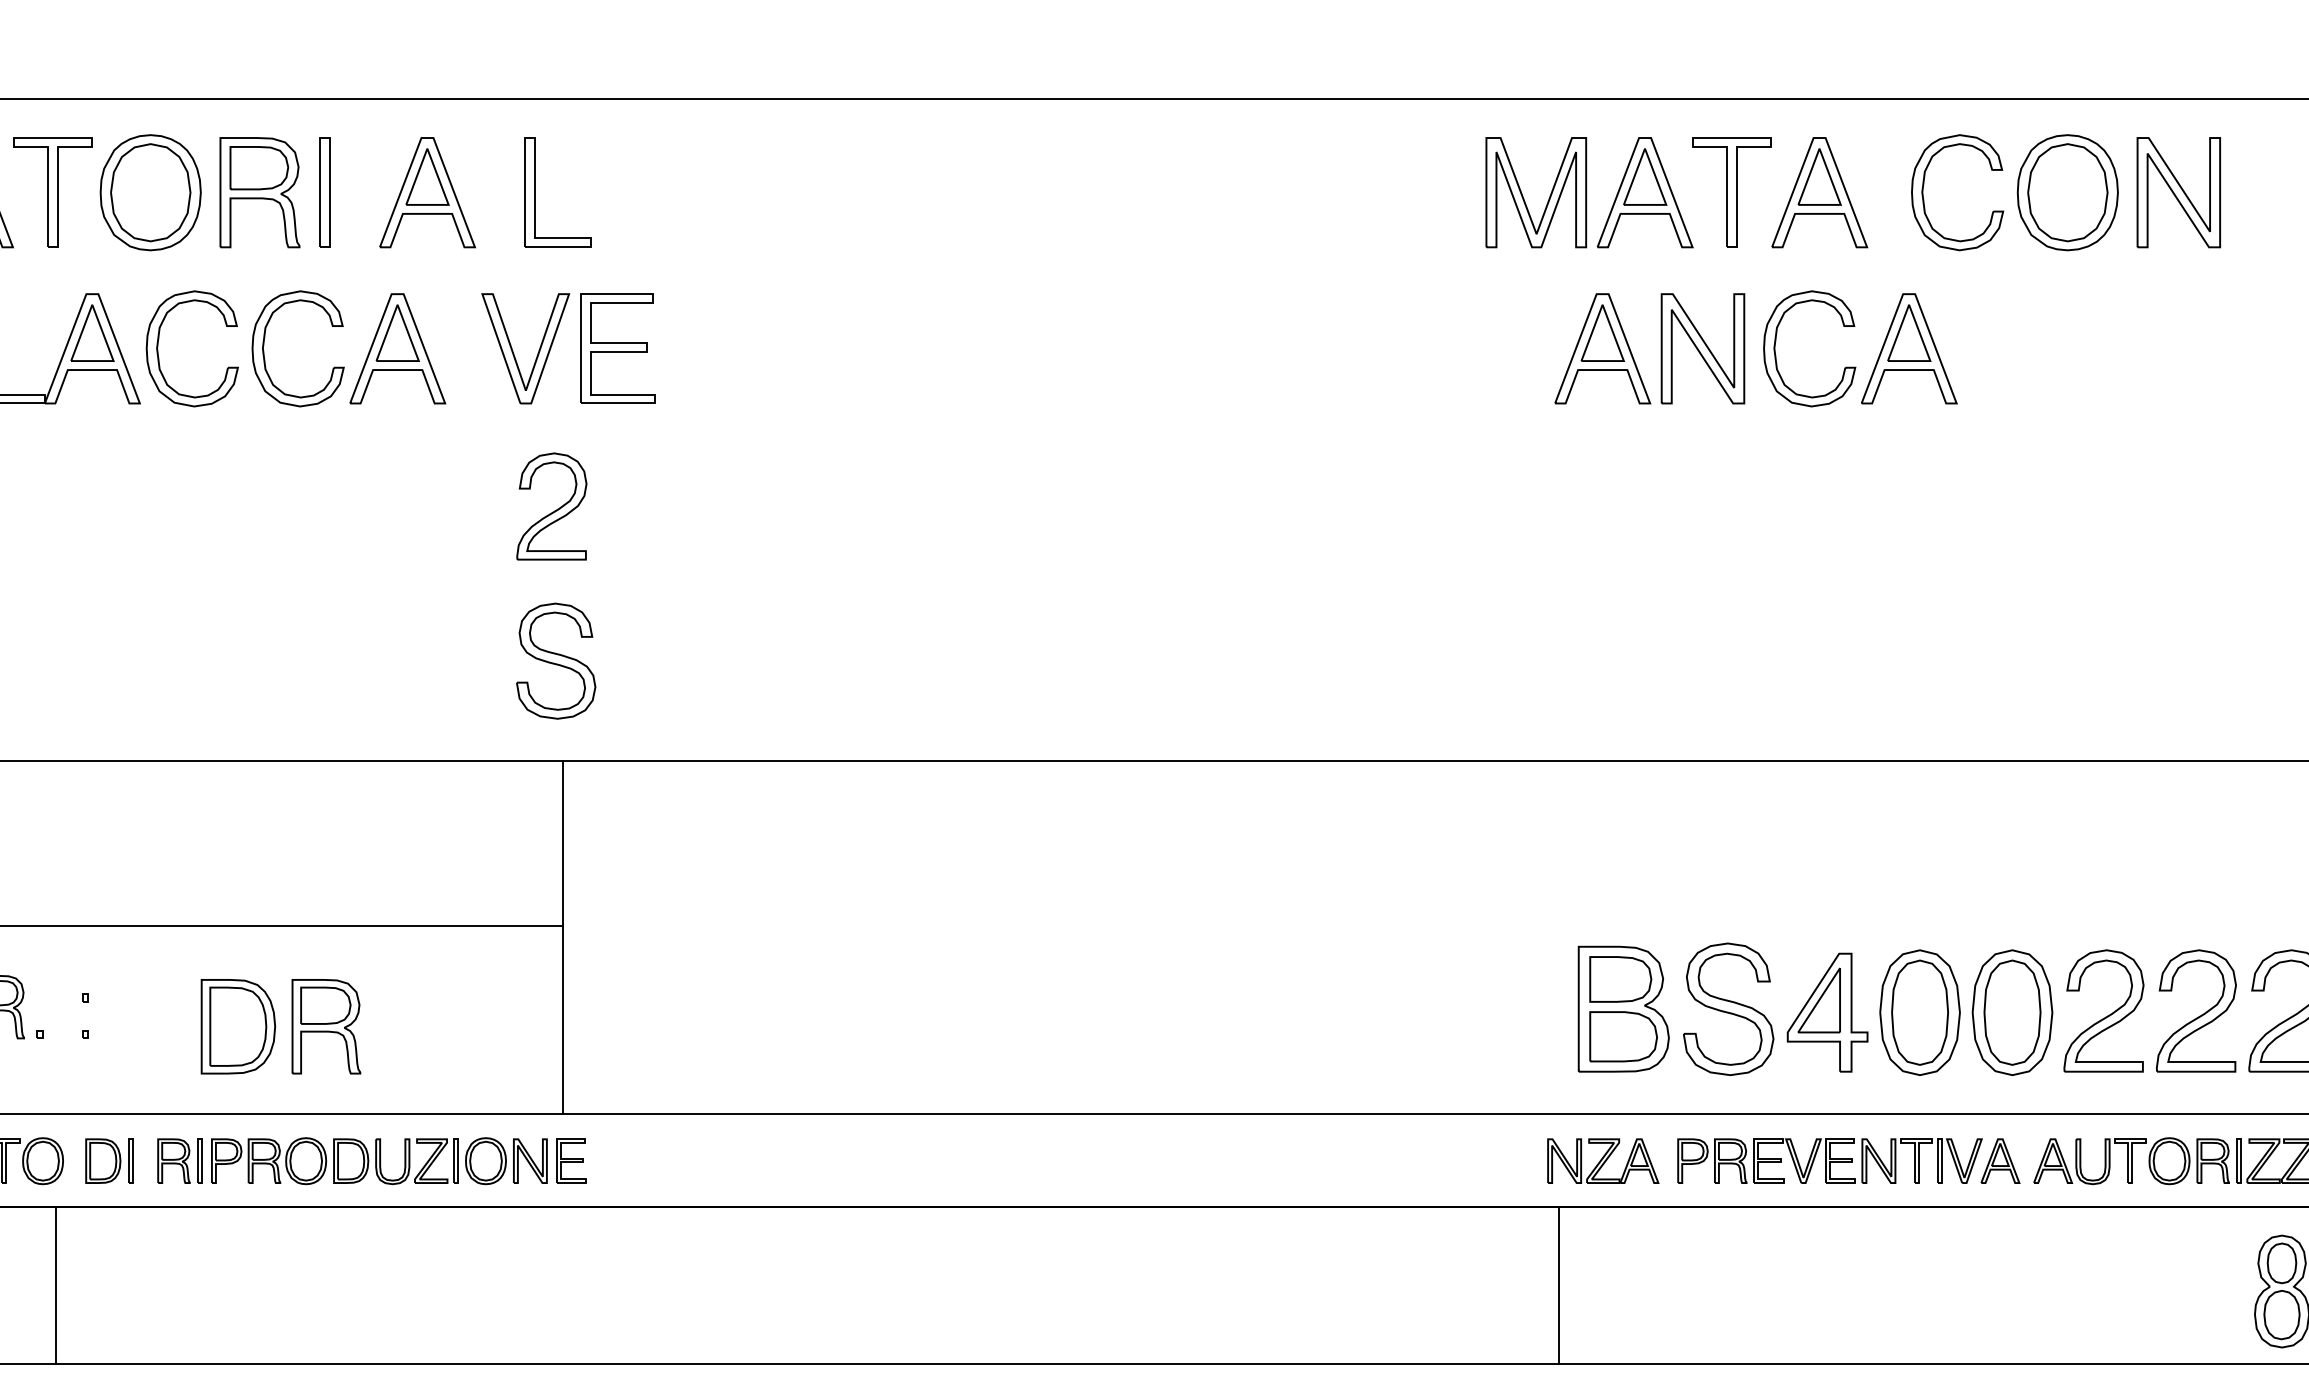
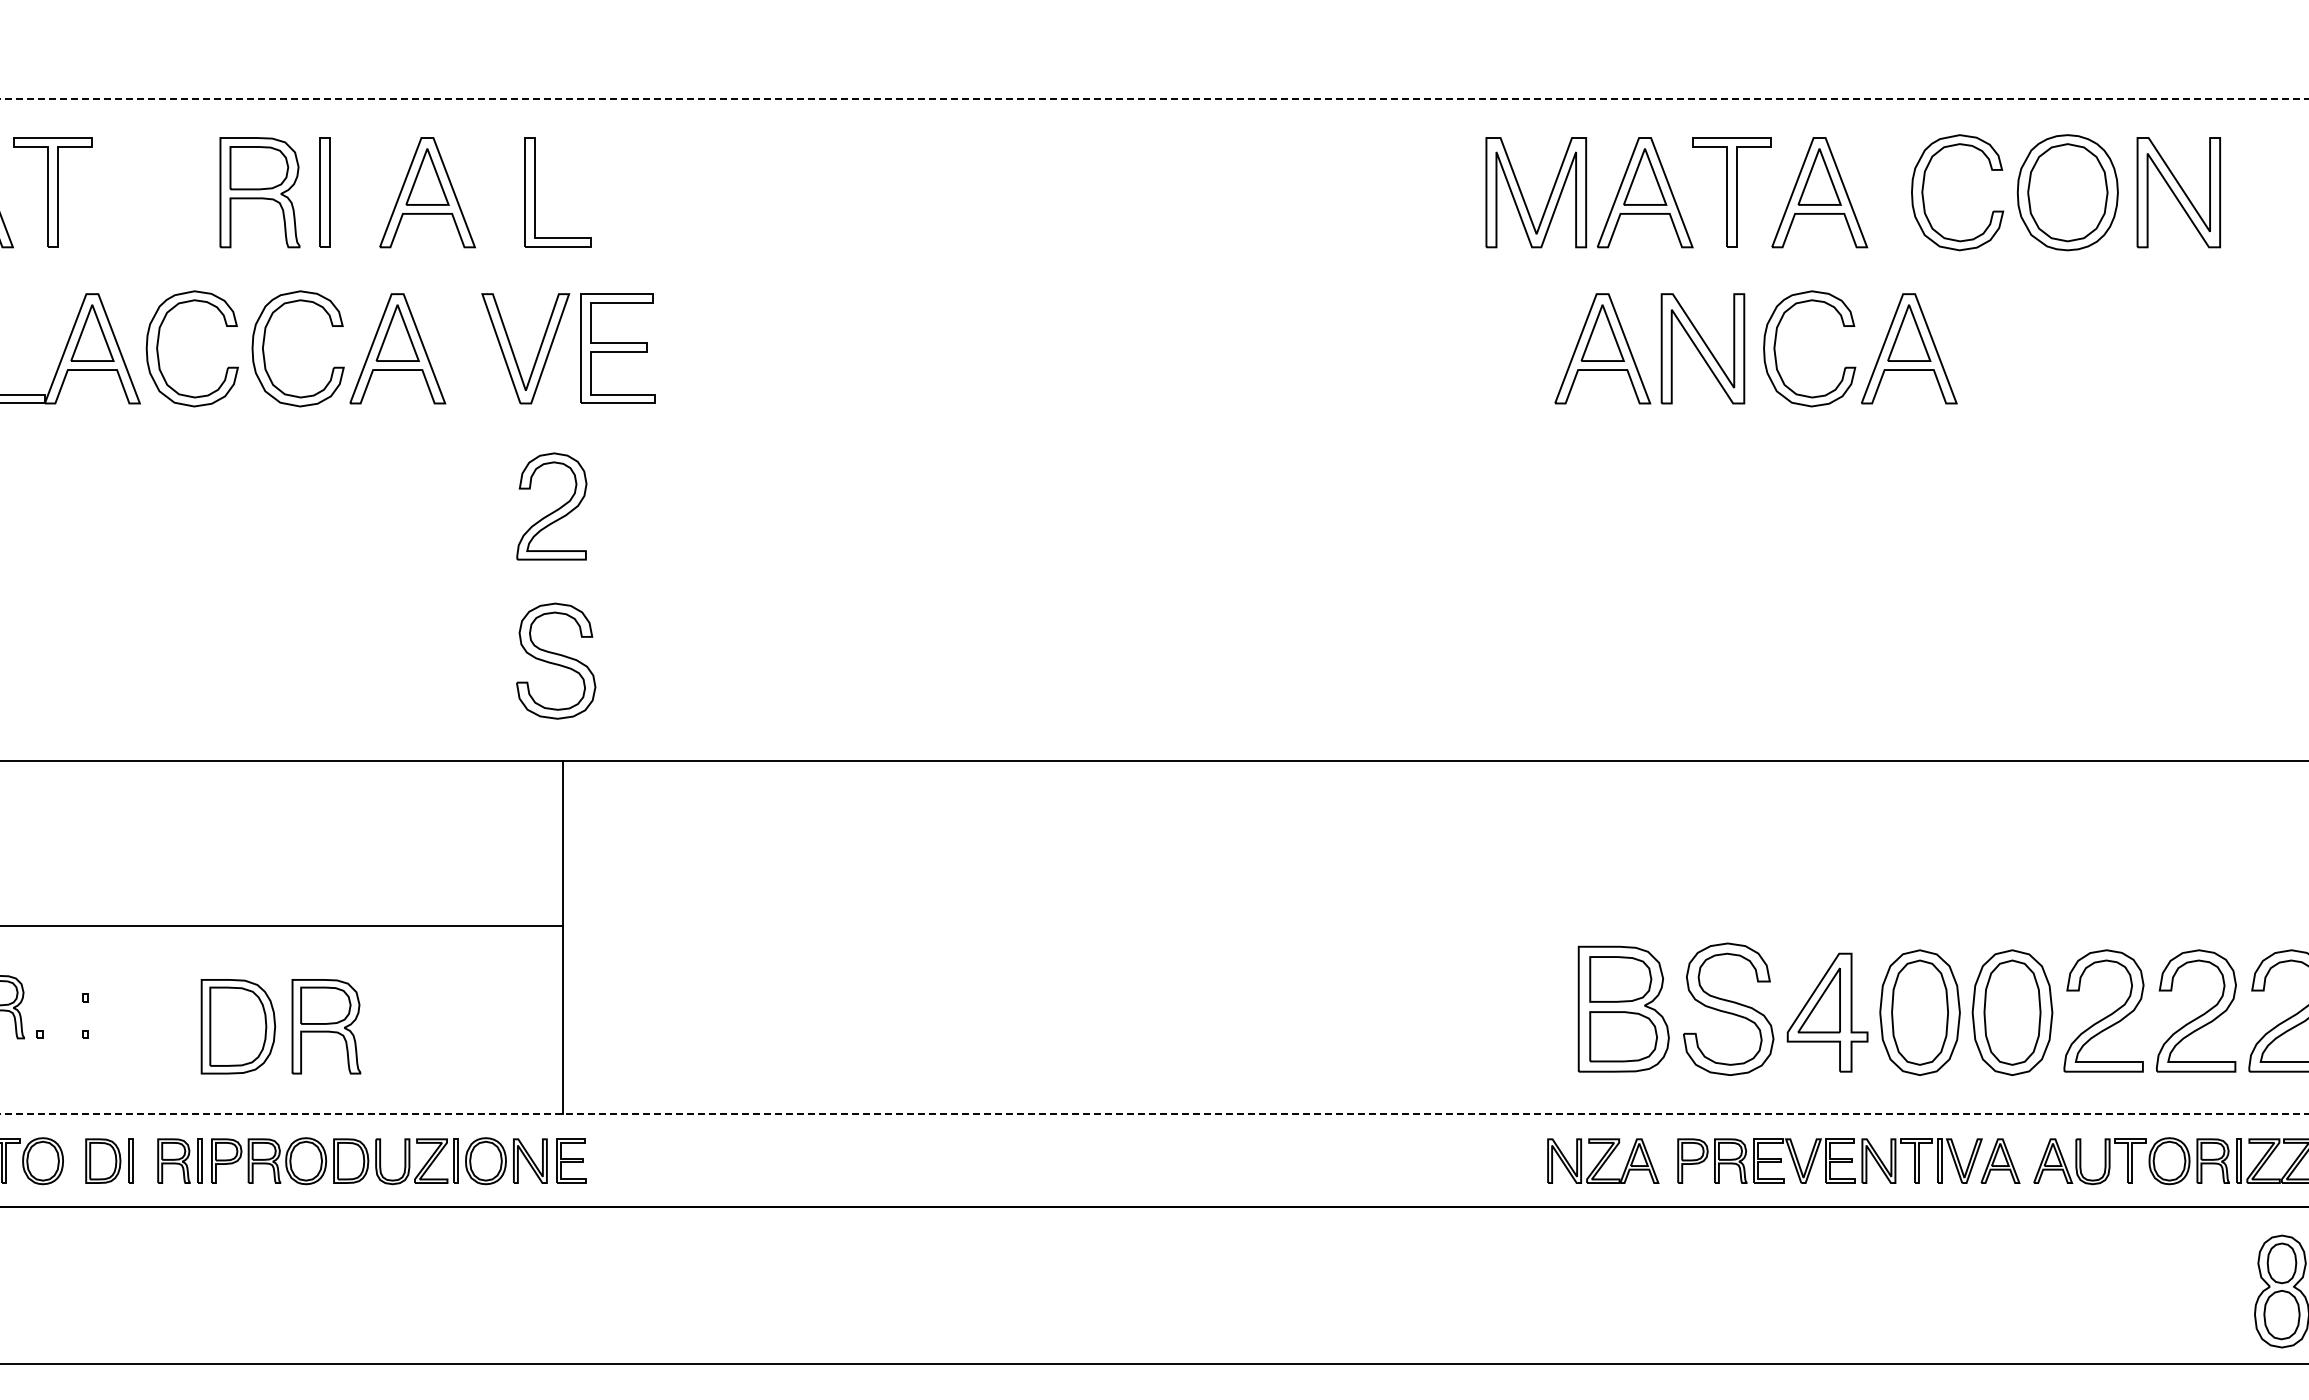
line at (1154, 98): solid -> dashed
part at (150, 192): present -> none
line at (1154, 1113): solid -> dashed
line at (55, 1285): present -> none
line at (1558, 1285): present -> none
